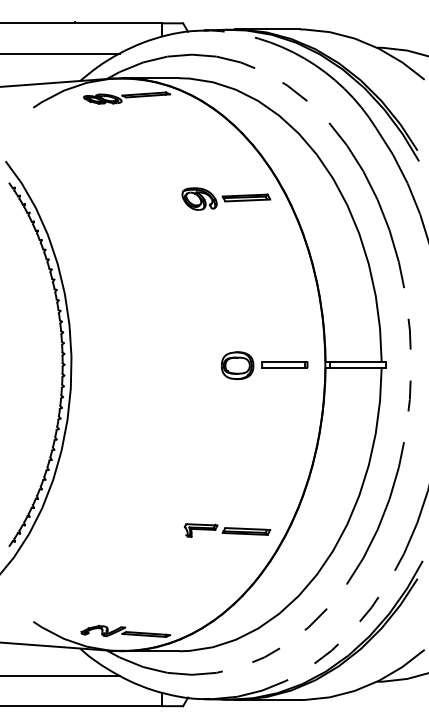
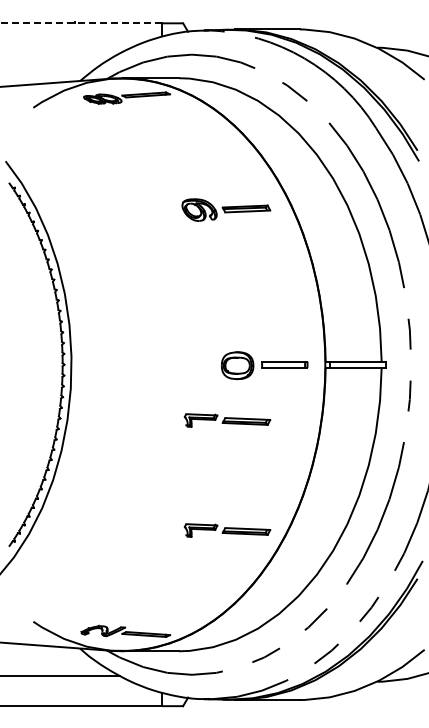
line at (81, 23): solid -> dashed
line at (60, 53): present -> none
part at (226, 198) position: (226, 198) -> (226, 209)
part at (227, 420): none -> present
